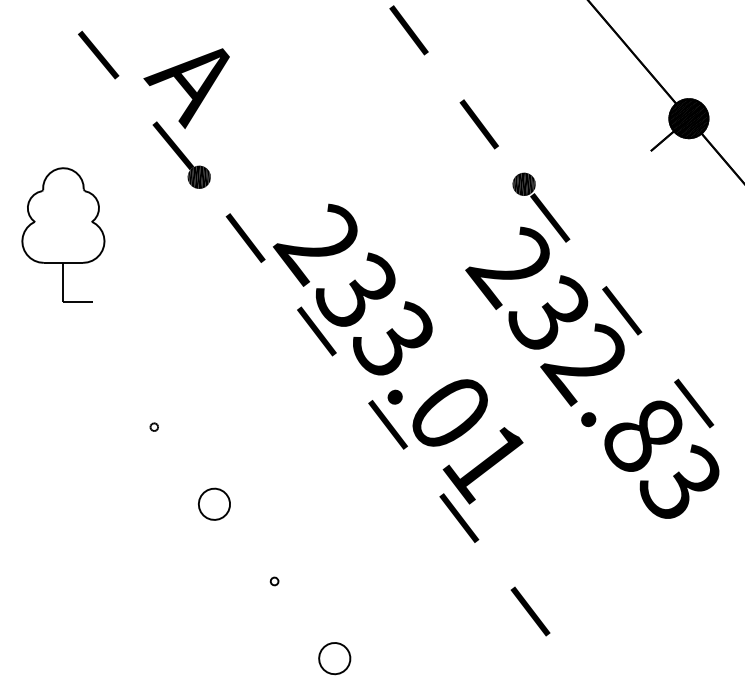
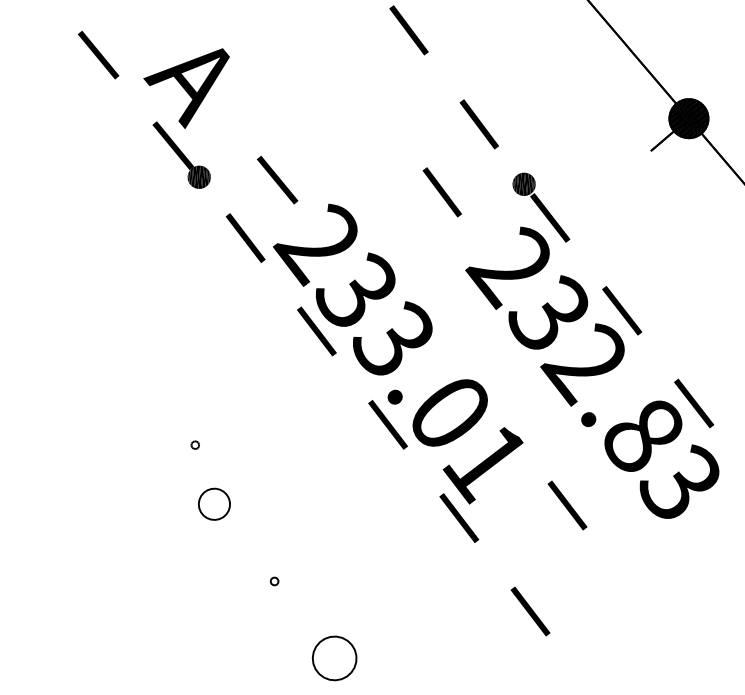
line at (277, 179): none -> present
line at (441, 192): none -> present
part at (63, 234): present -> none
part at (153, 426) position: (153, 426) -> (194, 444)
line at (567, 505): none -> present
part at (334, 658) size: 34x34 px -> 47x47 px
